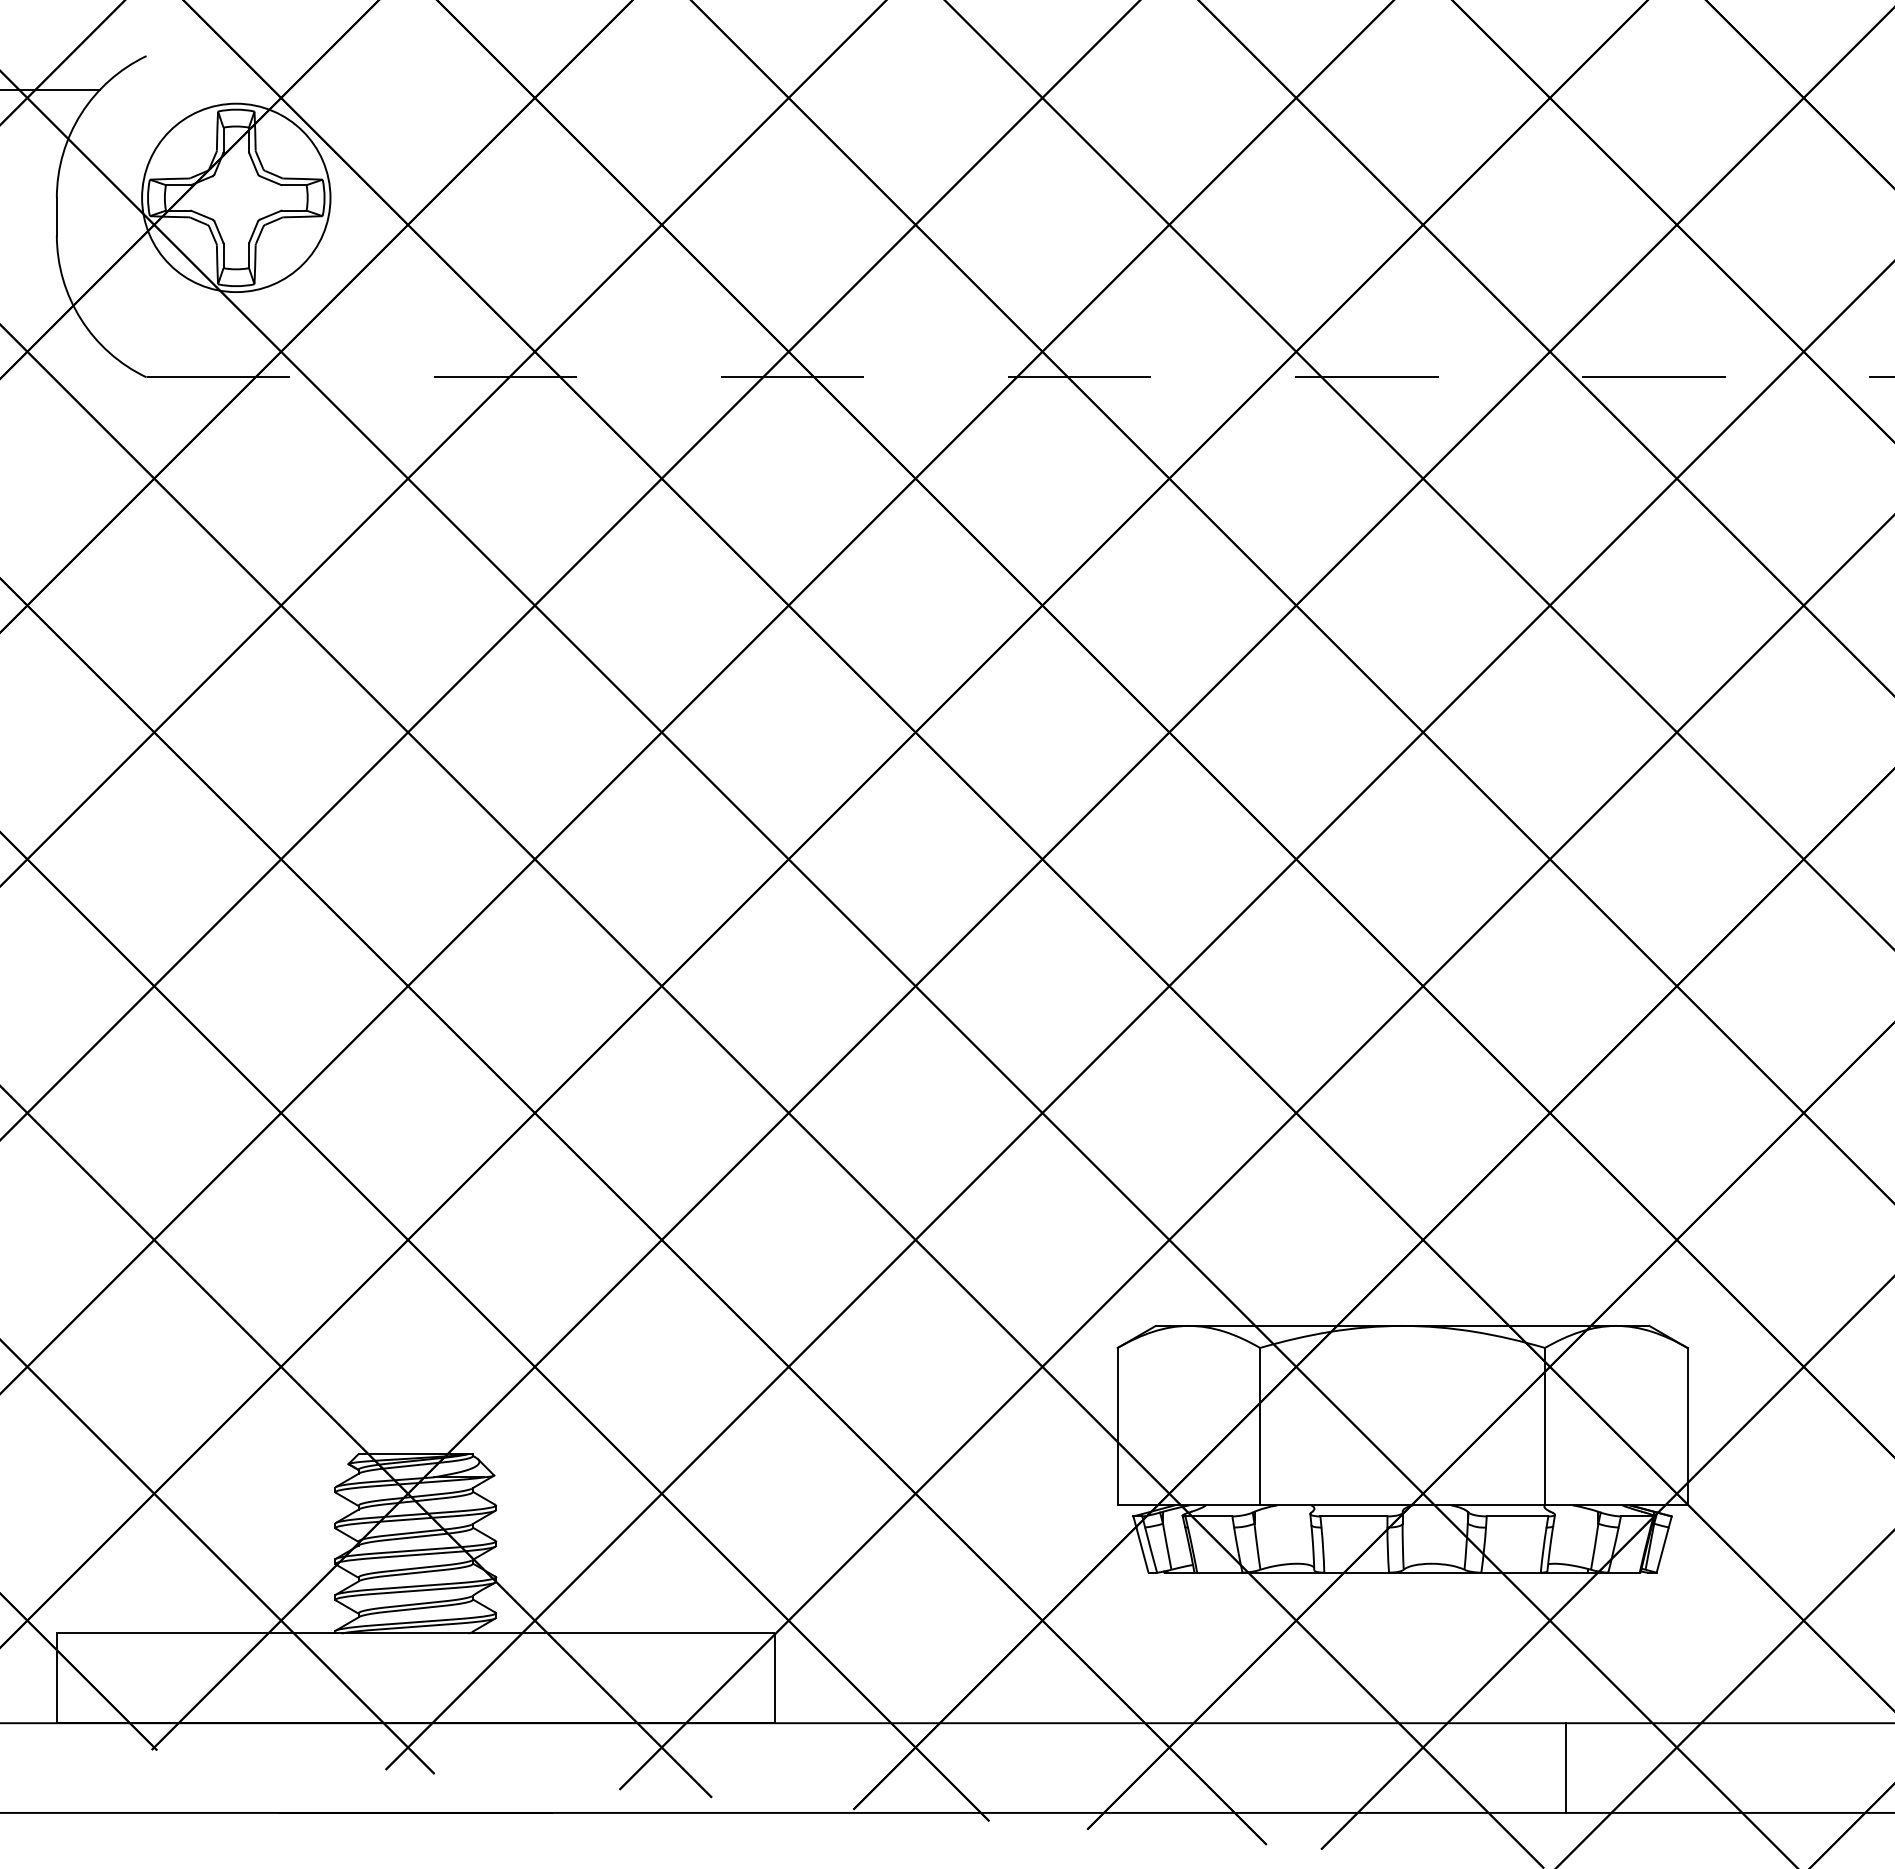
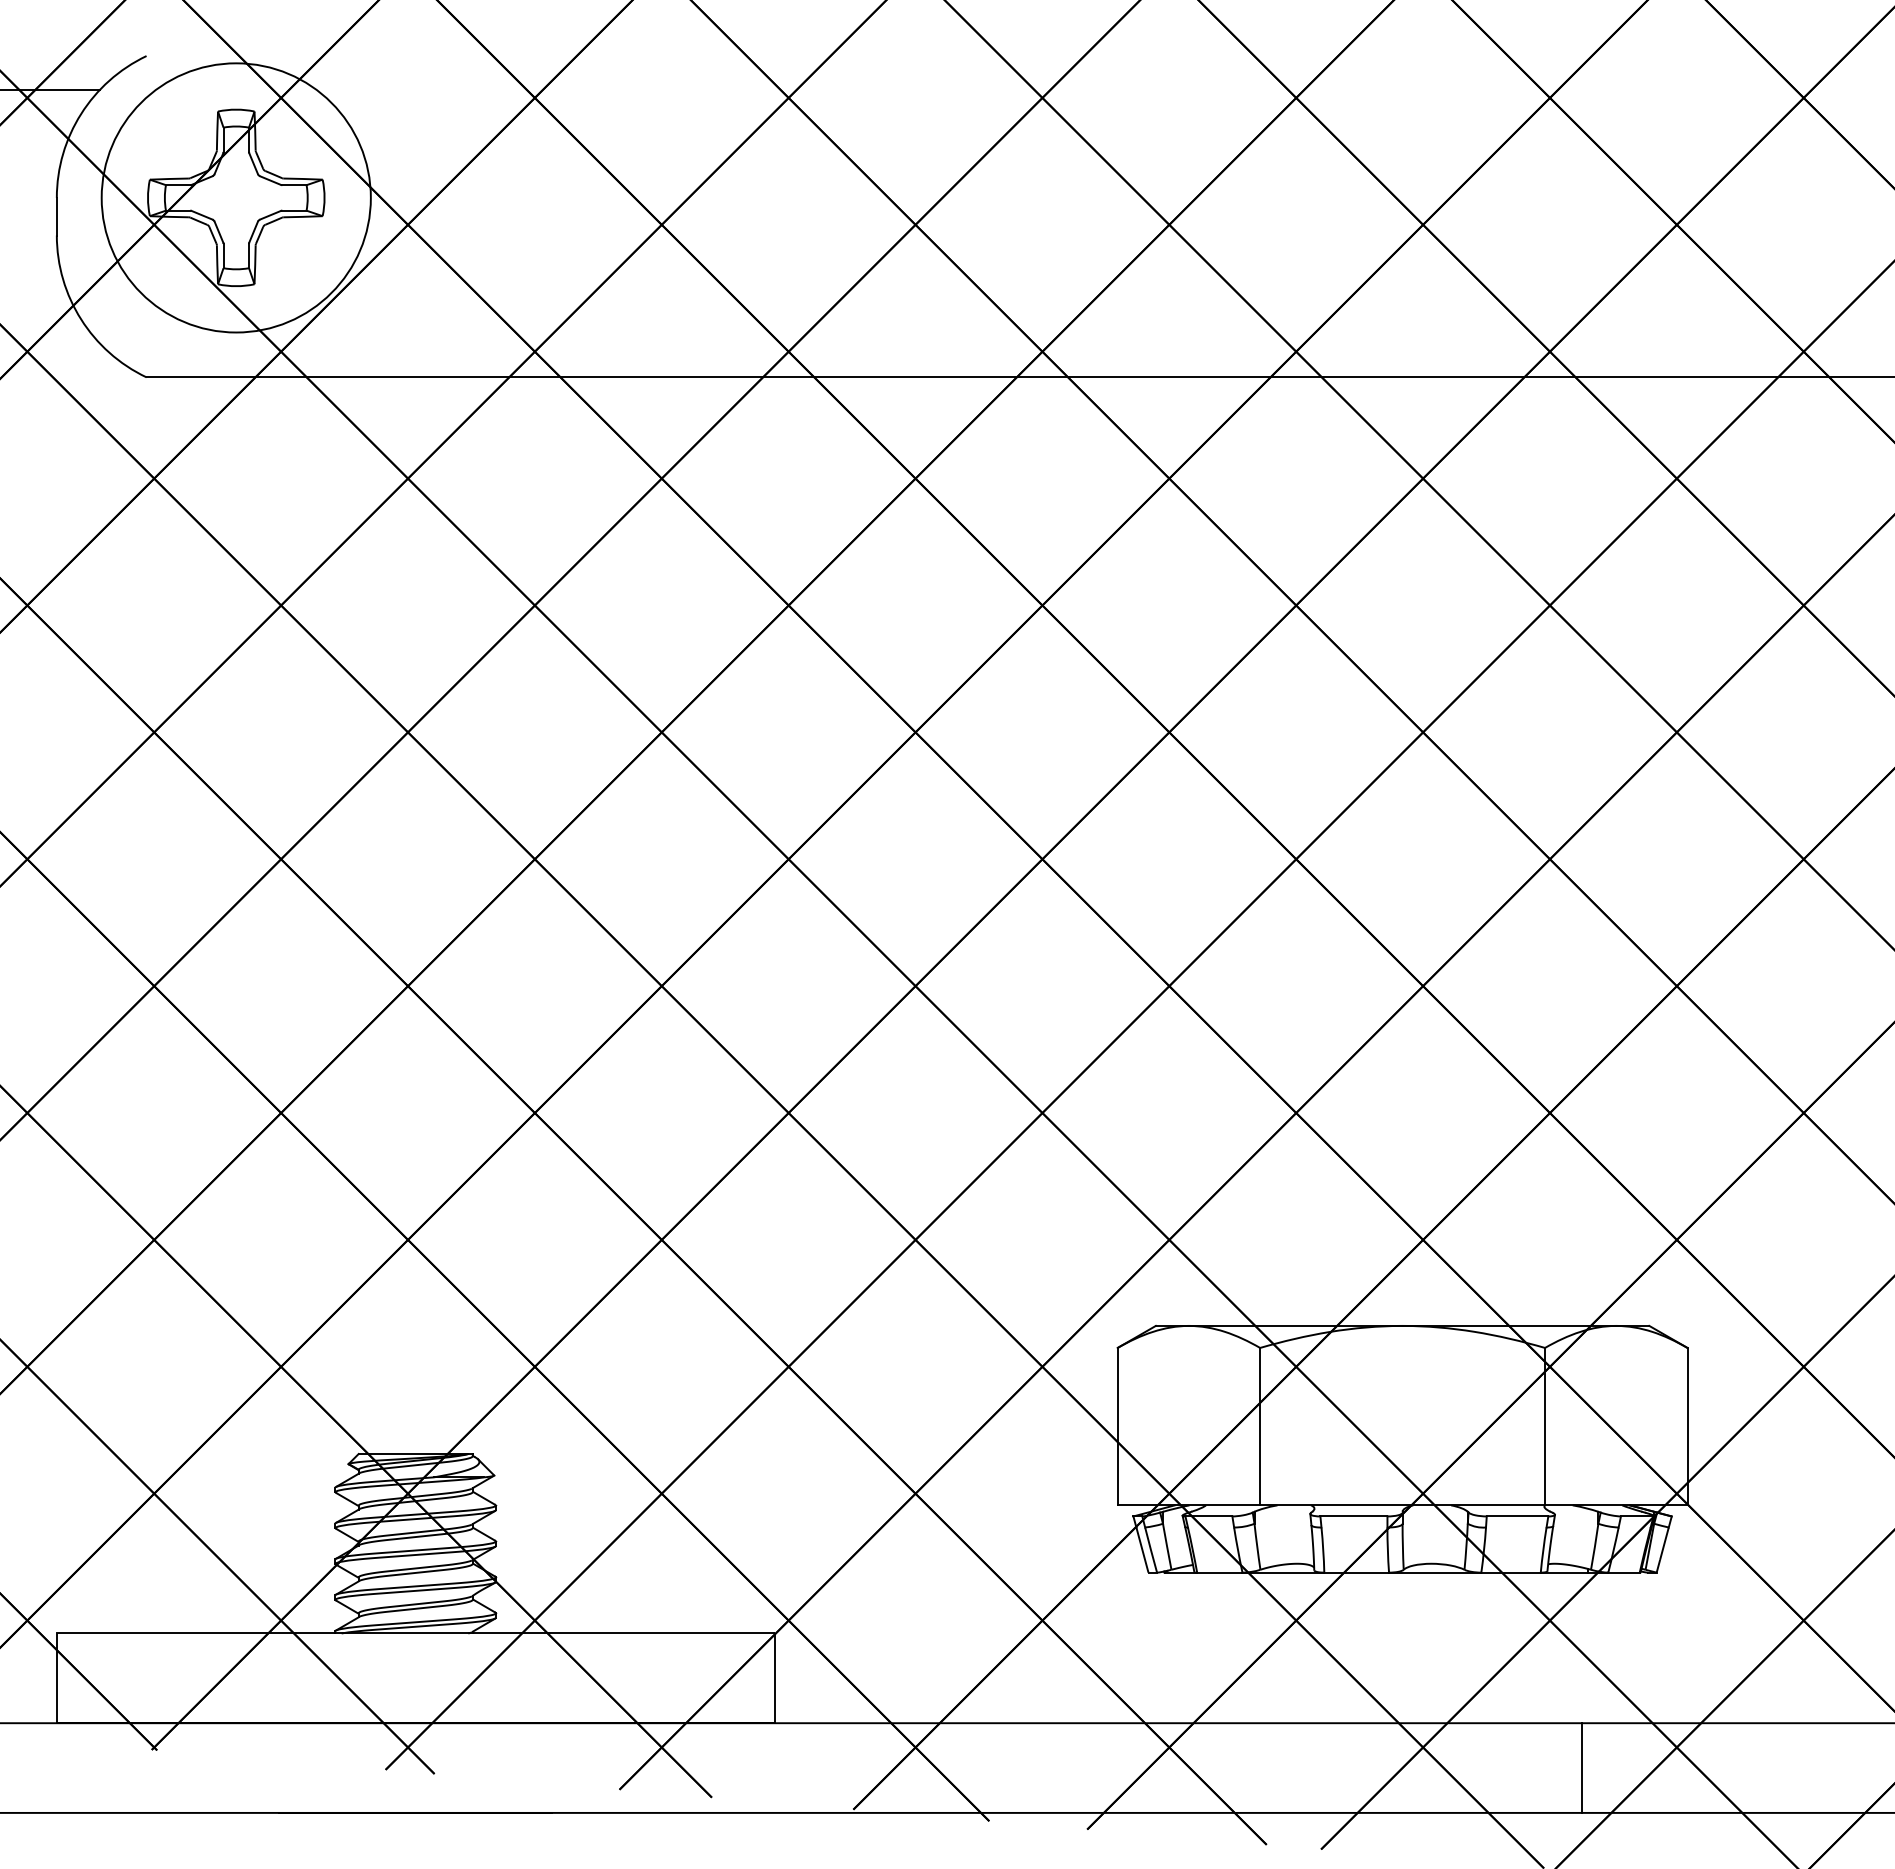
circle at (236, 197) diameter: 188 px -> 269 px
line at (1020, 377): dashed -> solid
line at (1566, 1767) position: (1566, 1767) -> (1582, 1767)
